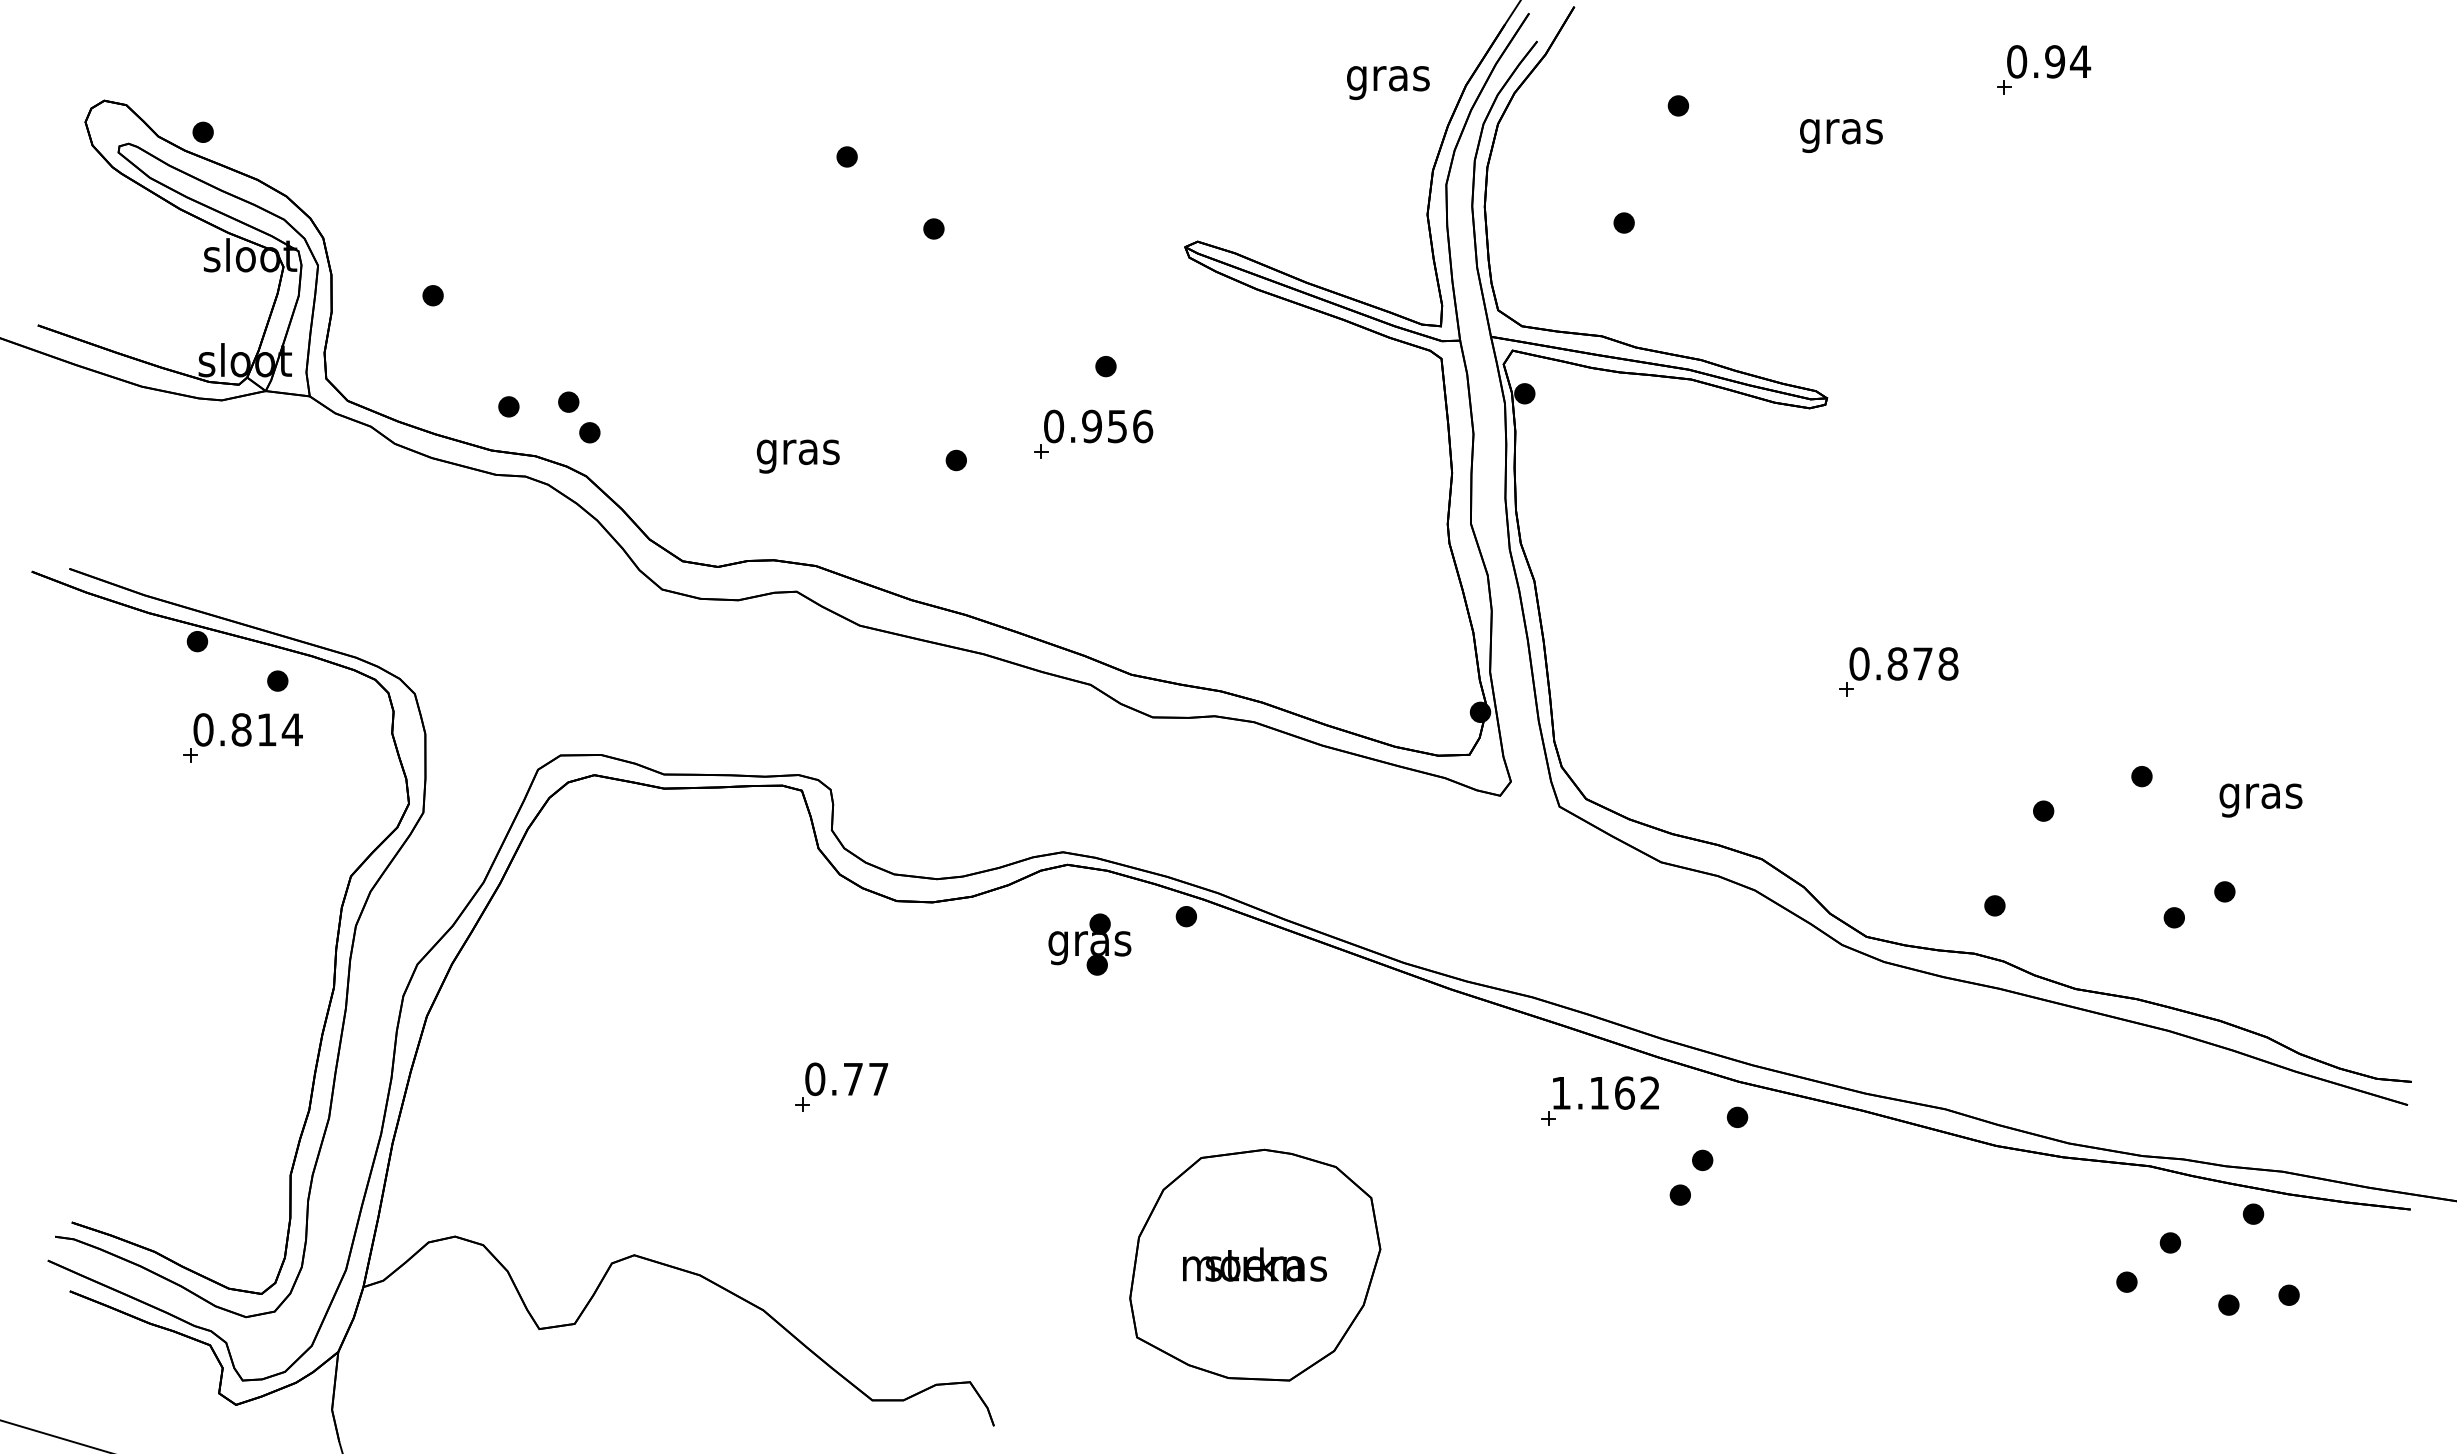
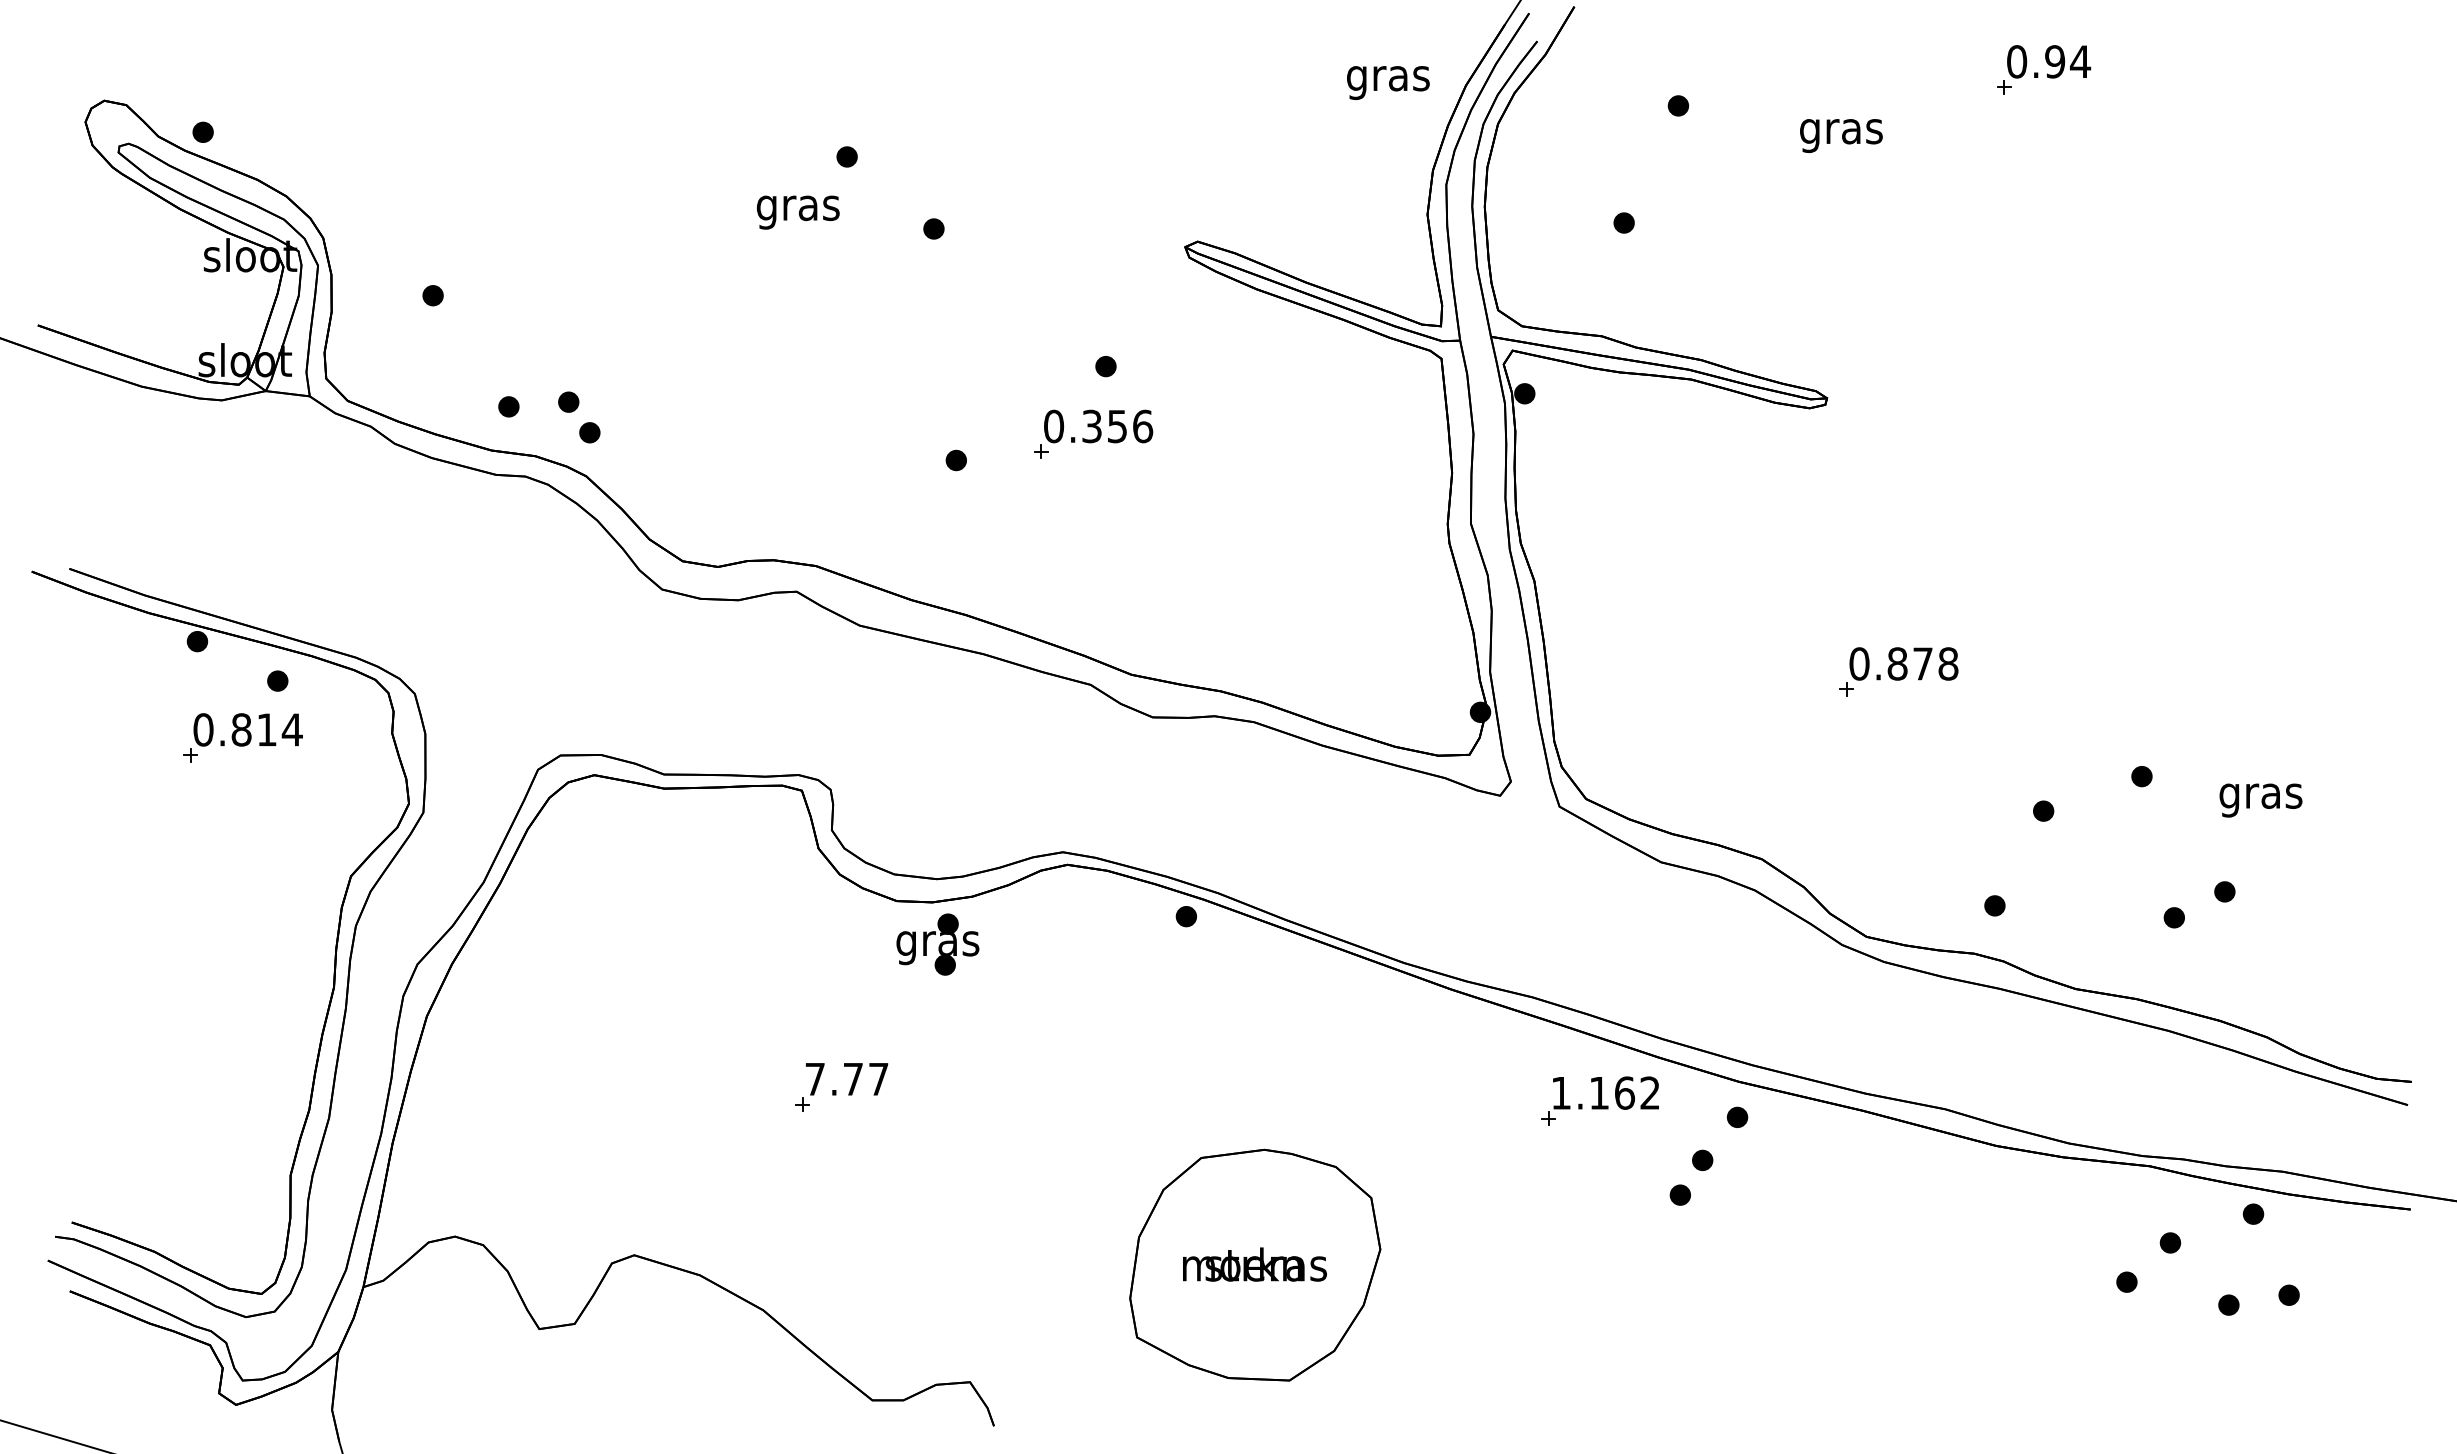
text at (1091, 426): 0.956 -> 0.356
text at (797, 456) position: (797, 456) -> (797, 212)
part at (1089, 944) position: (1089, 944) -> (937, 944)
text at (815, 1079): 0.77 -> 7.77
